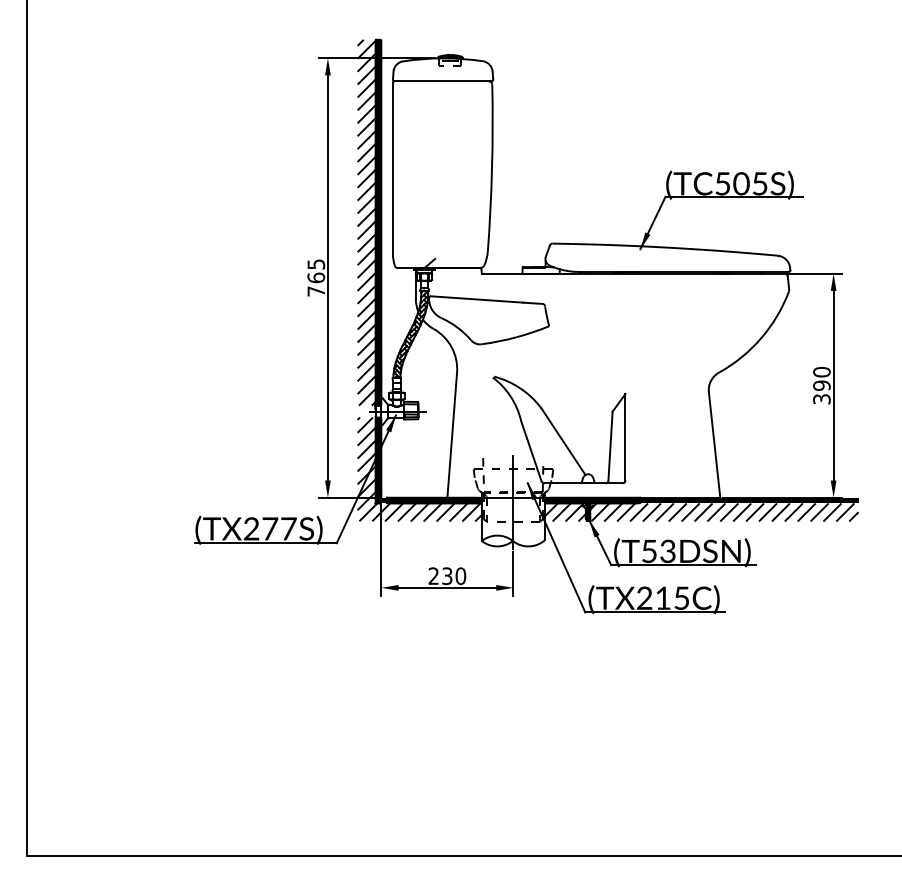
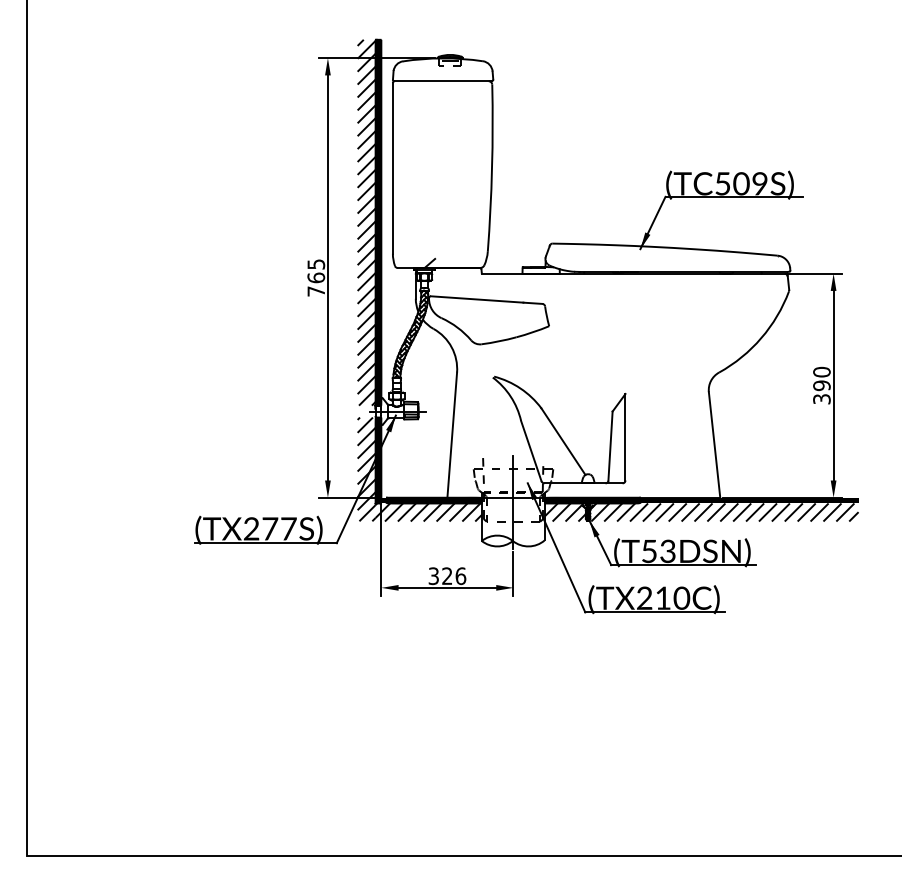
text at (759, 183): (TC505S) -> (TC509S)
text at (447, 576): 230 -> 326
text at (681, 597): (TX215C) -> (TX210C)
